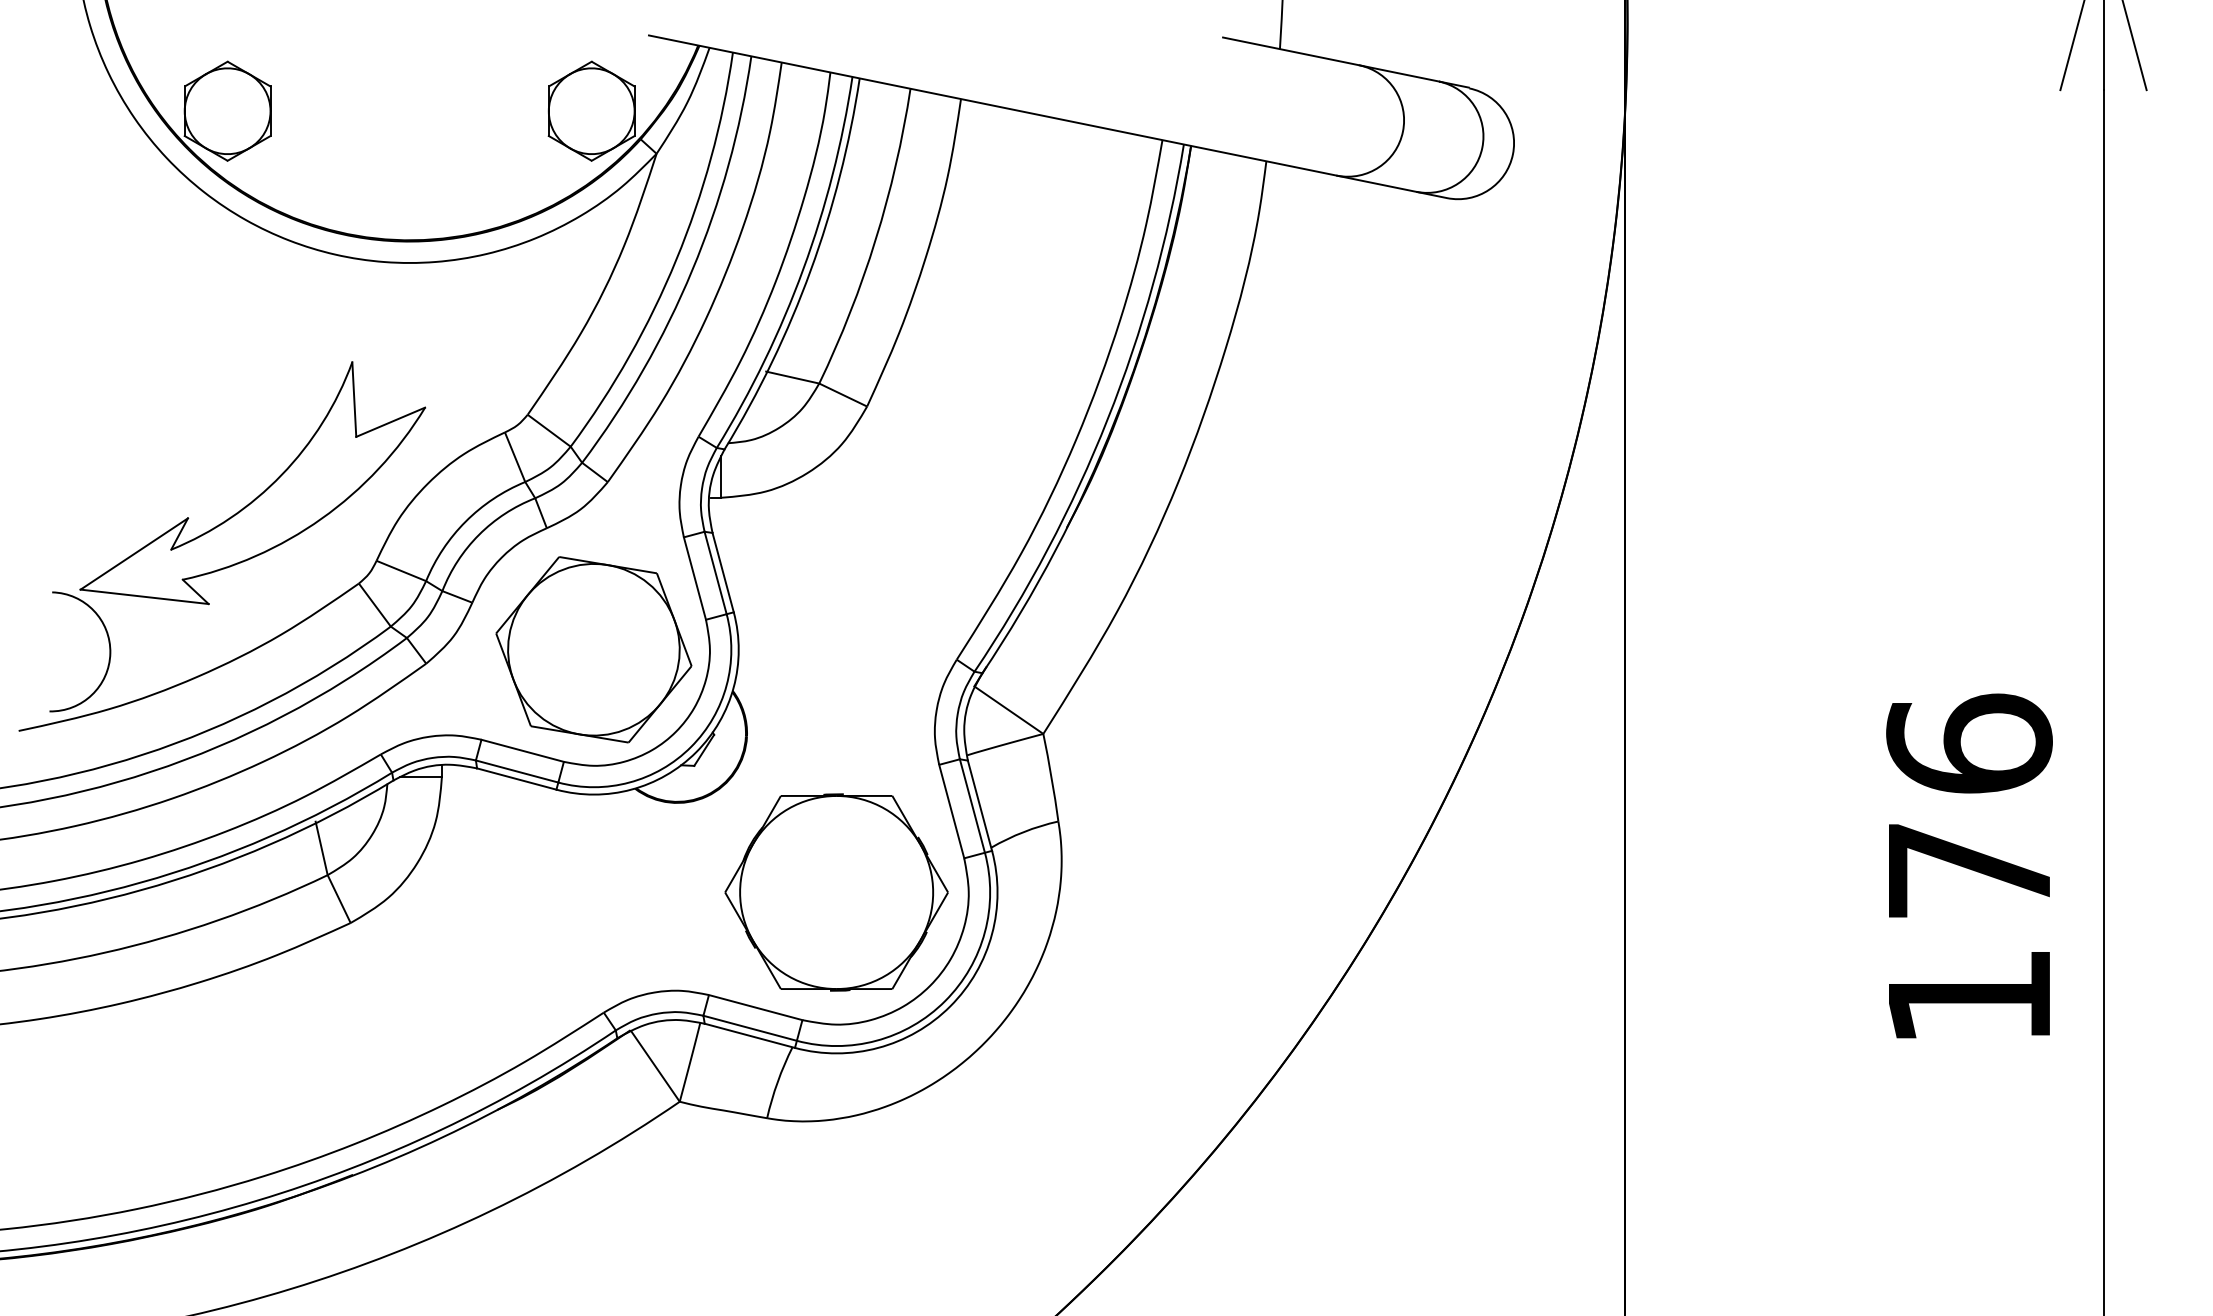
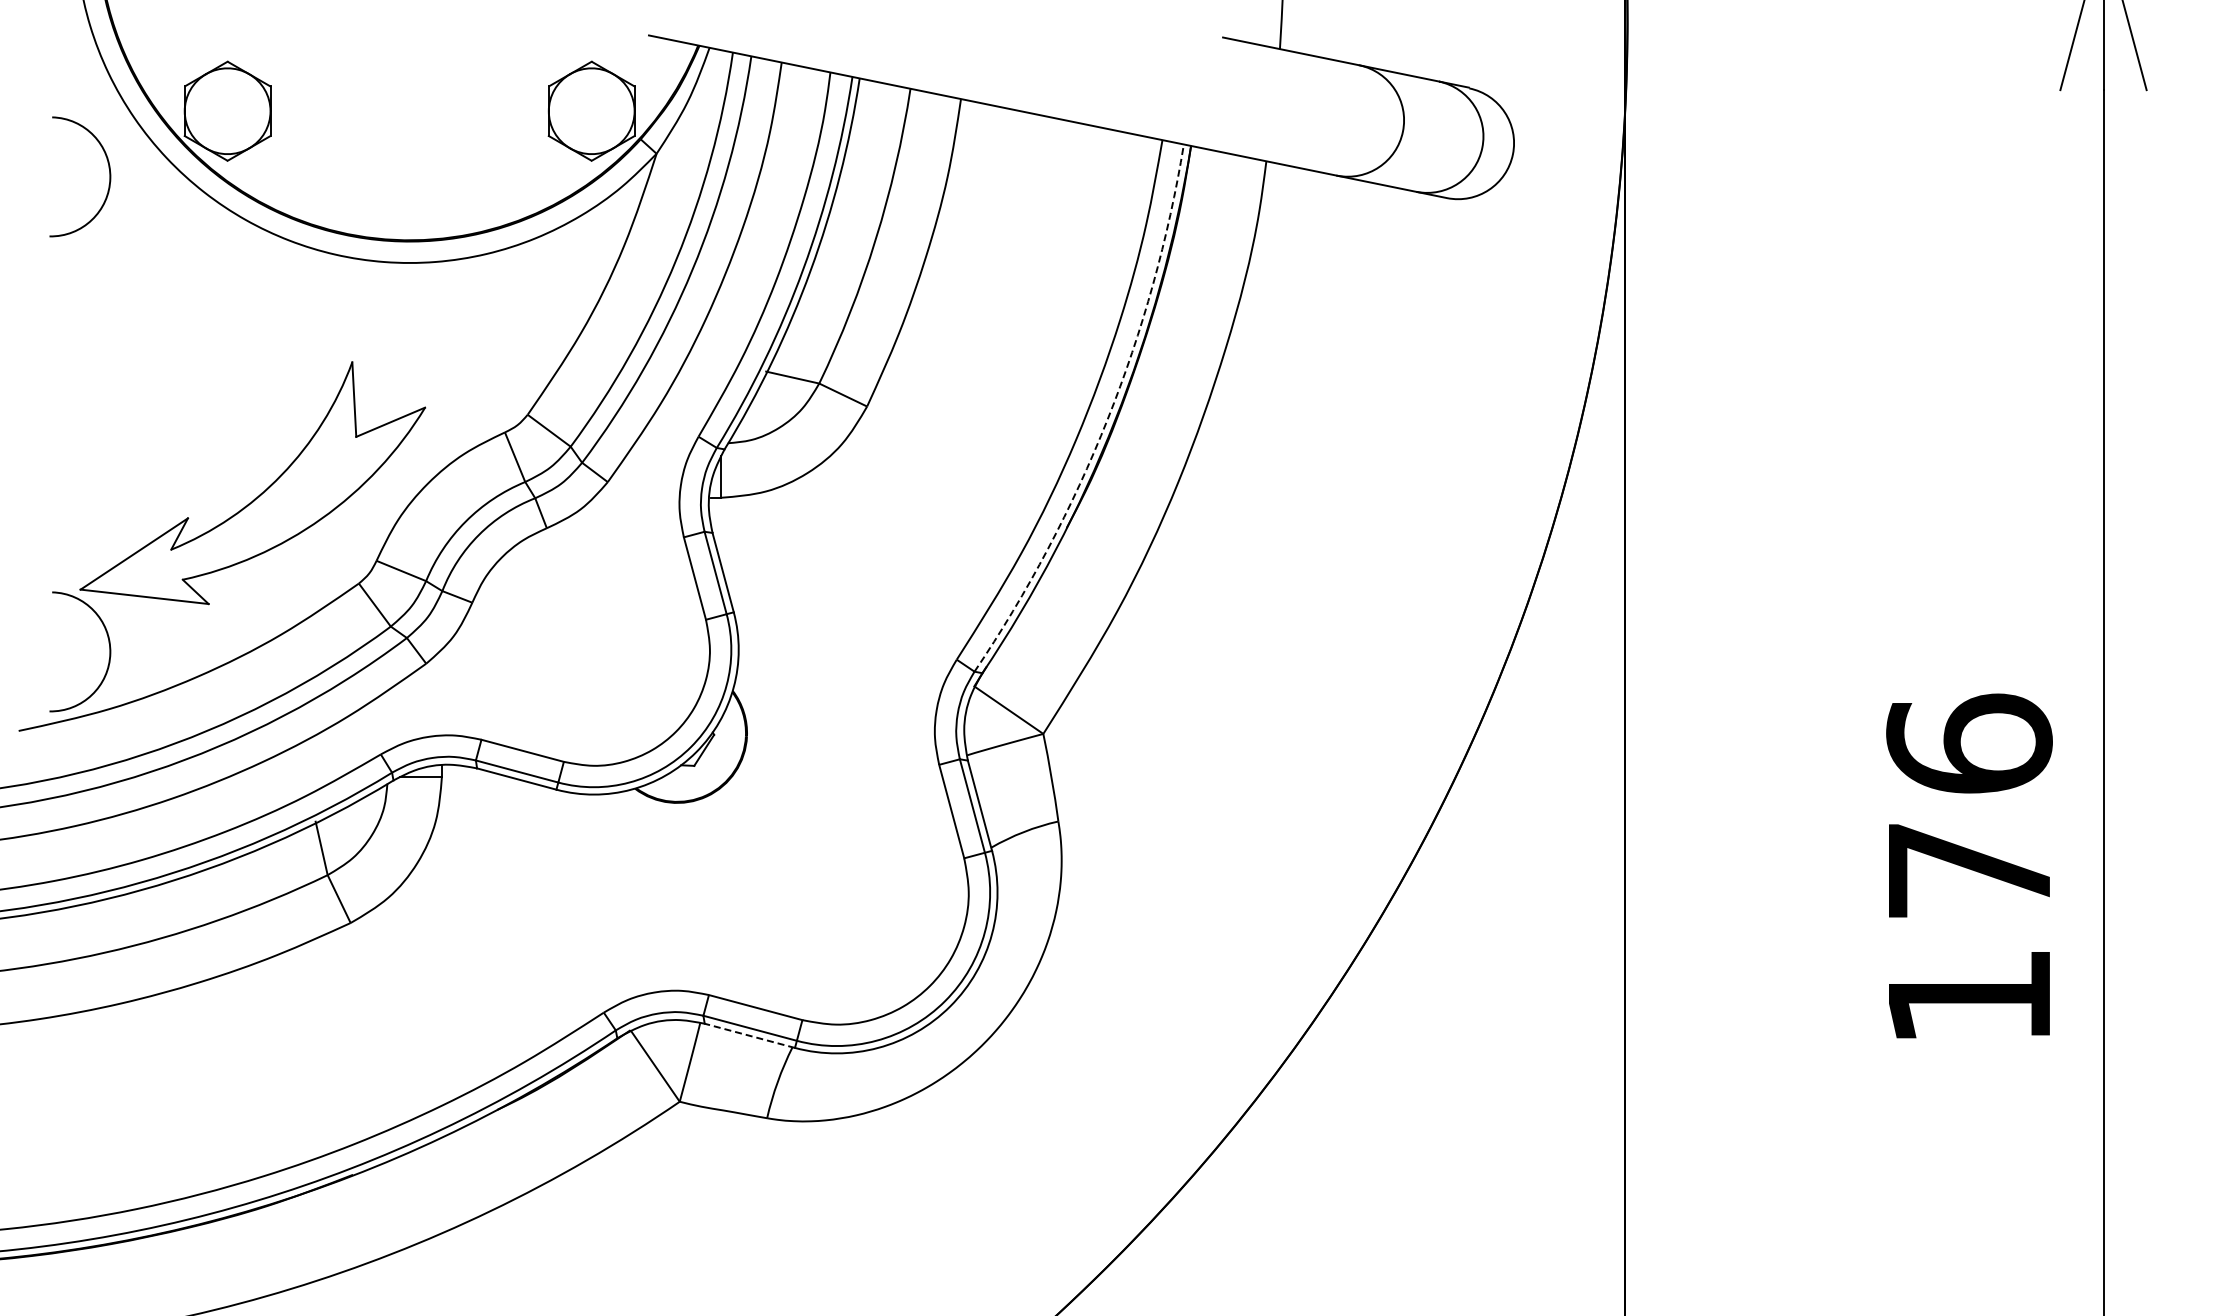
arc at (109, 176): none -> present
arc at (1107, 419): solid -> dashed
part at (593, 649): present -> none
part at (836, 892): present -> none
line at (749, 1035): solid -> dashed
